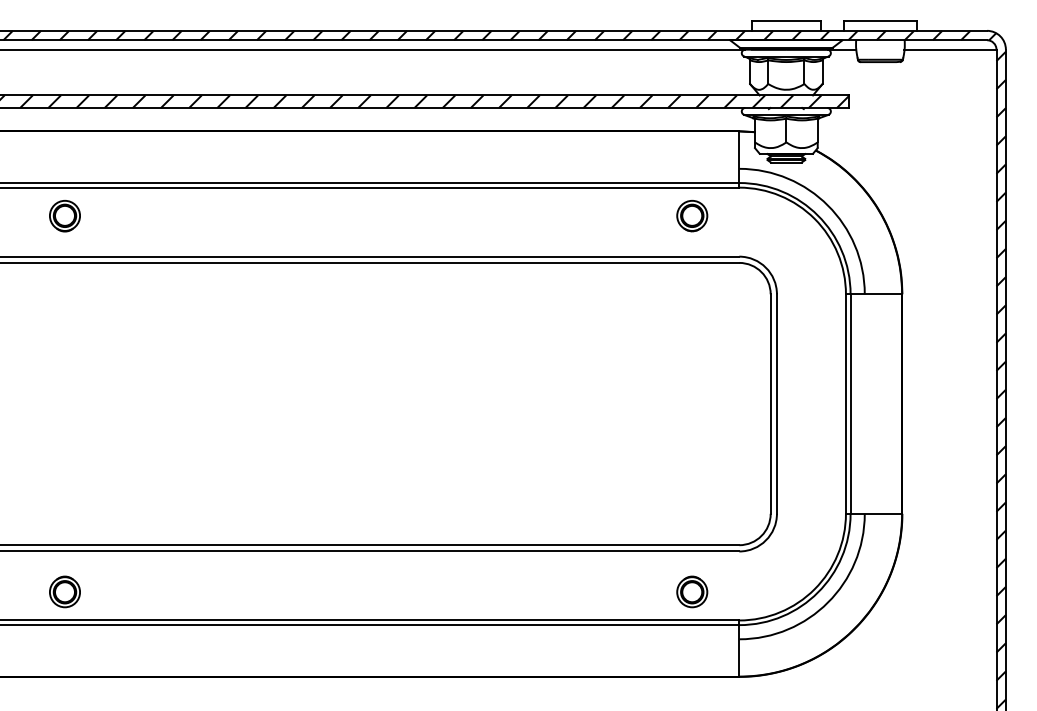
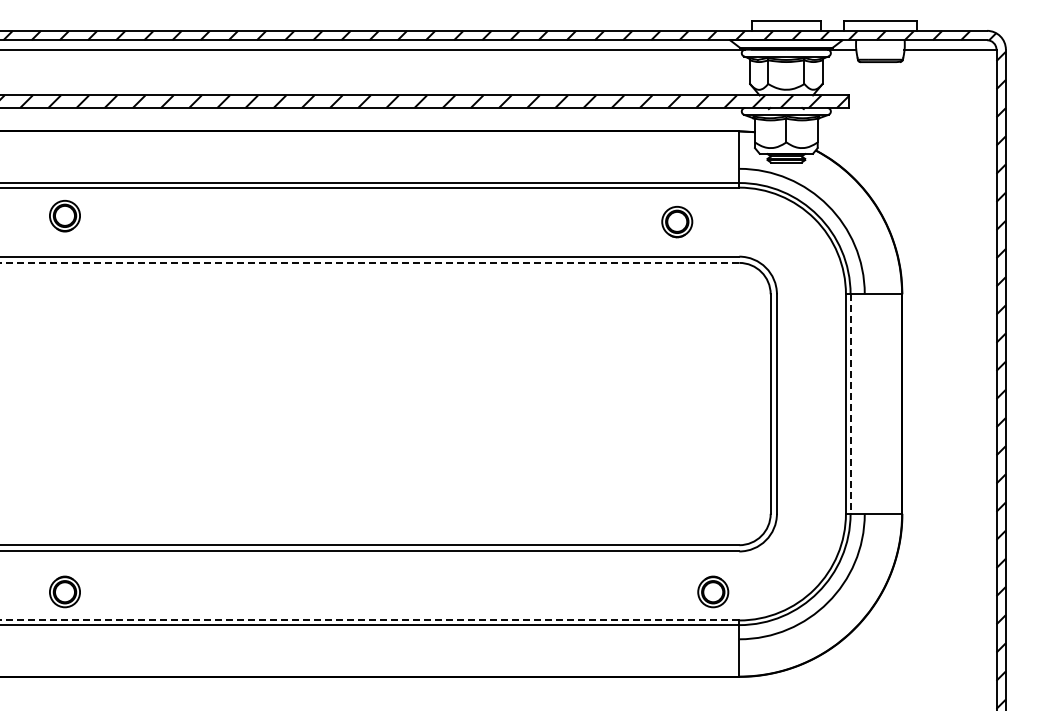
part at (692, 216) position: (692, 216) -> (677, 222)
line at (369, 262): solid -> dashed
line at (850, 404): solid -> dashed
part at (692, 591) position: (692, 591) -> (713, 591)
line at (369, 620): solid -> dashed
